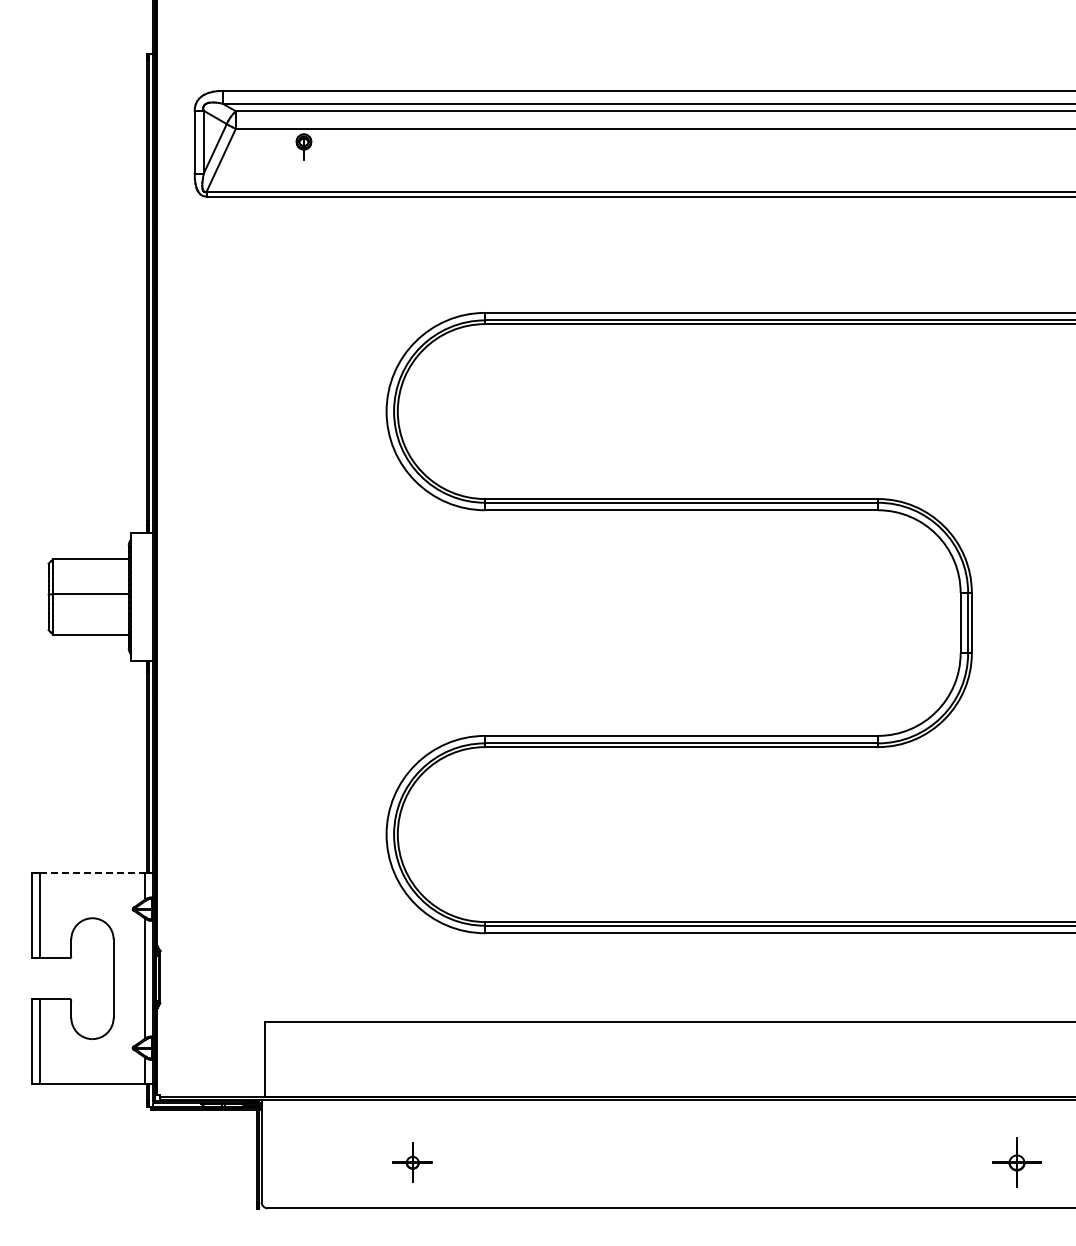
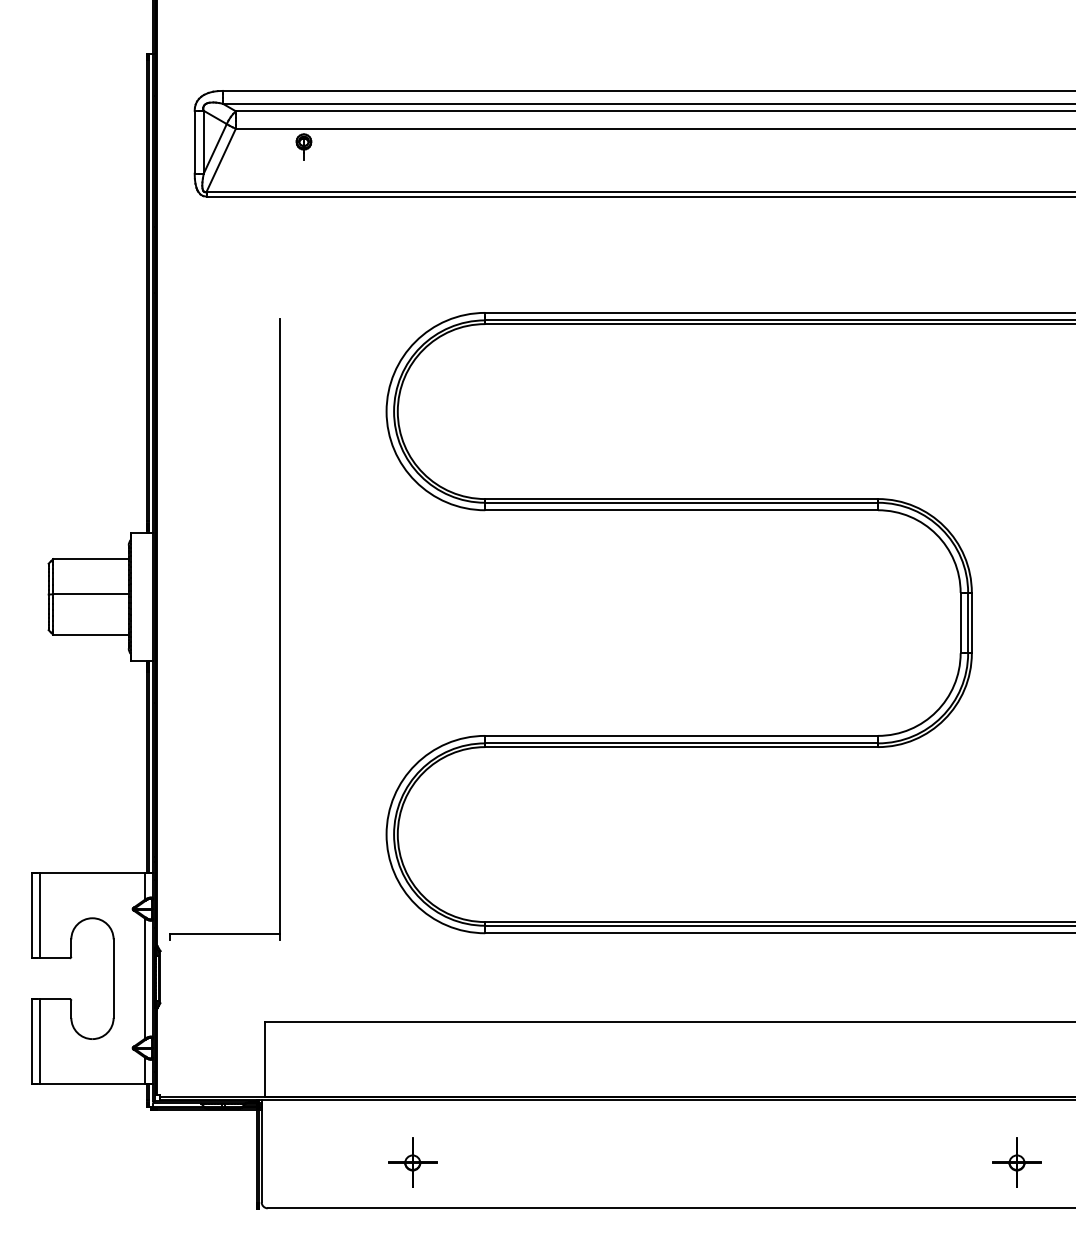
part at (279, 629): none -> present
line at (92, 872): dashed -> solid
part at (412, 1162) size: 41x41 px -> 50x51 px
